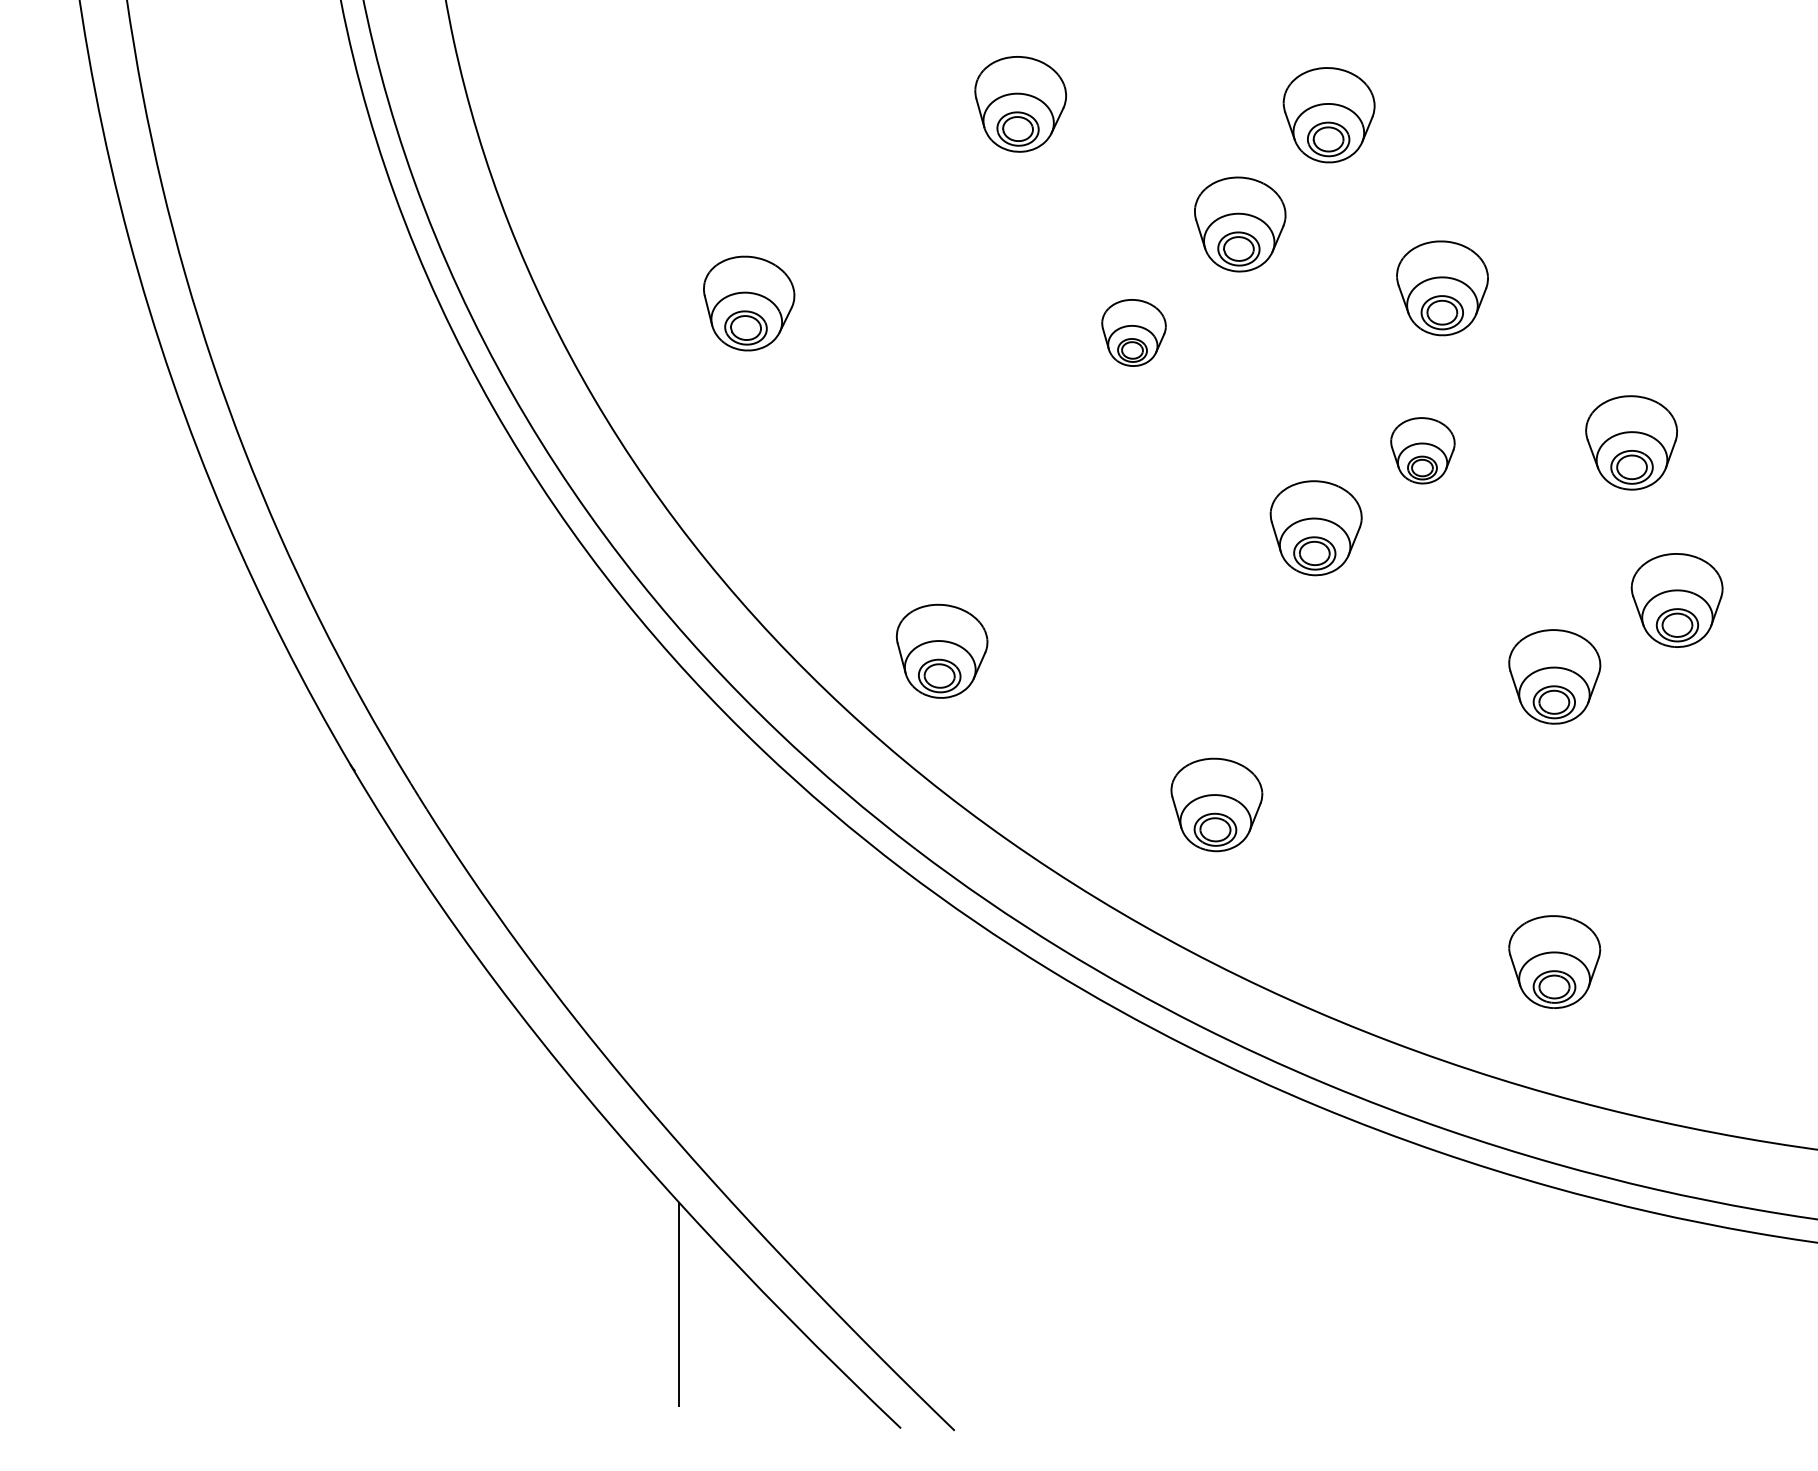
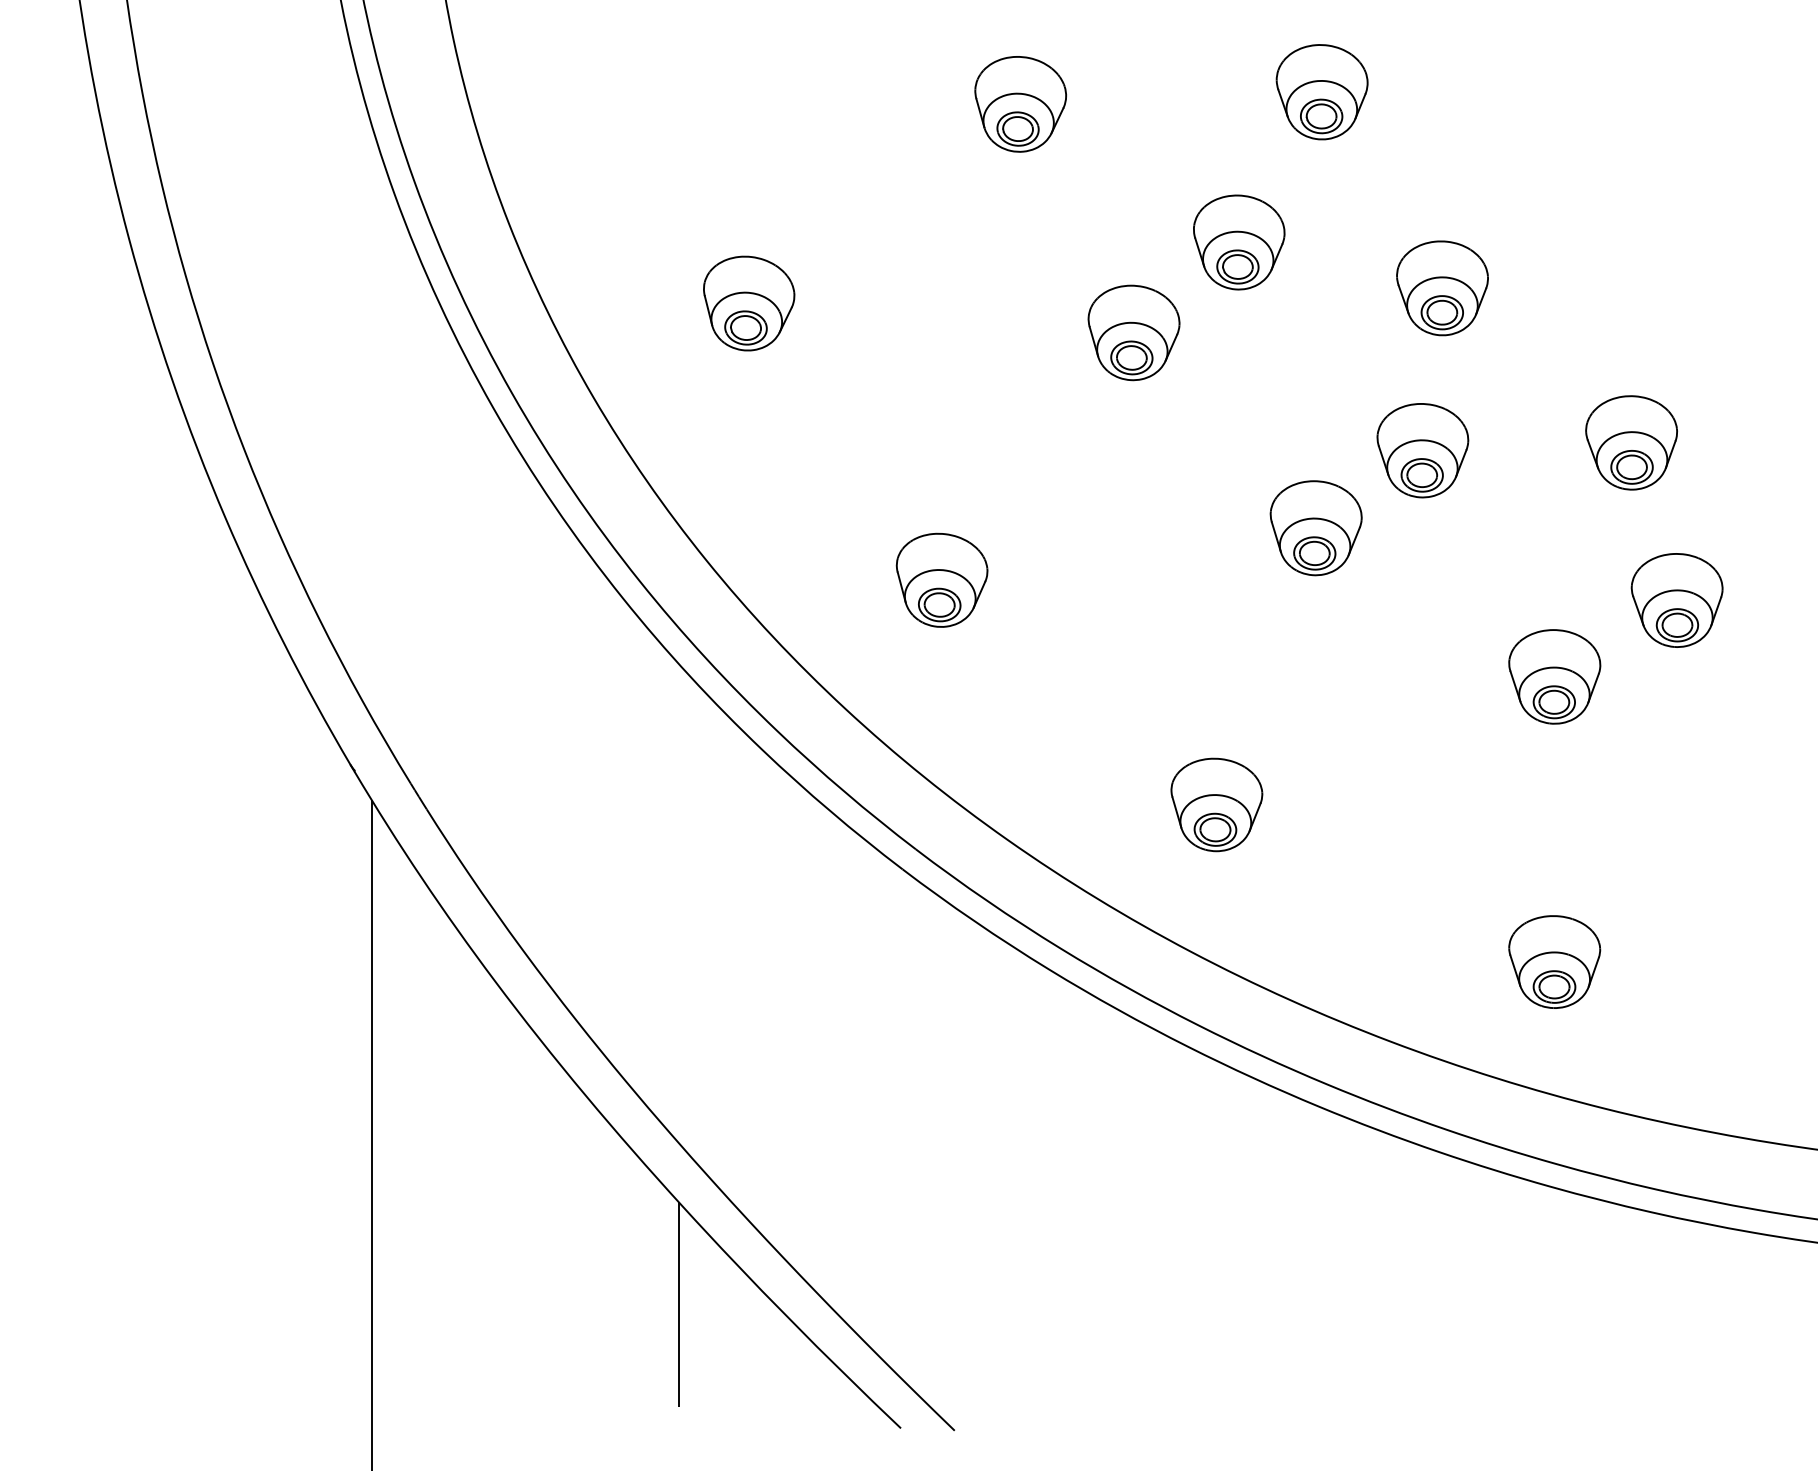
part at (1328, 115) position: (1328, 115) -> (1321, 92)
part at (1240, 224) position: (1240, 224) -> (1239, 242)
part at (1133, 332) size: 66x68 px -> 94x98 px
part at (1422, 450) size: 66x68 px -> 94x96 px
part at (941, 650) position: (941, 650) -> (941, 579)
line at (372, 1134): none -> present
